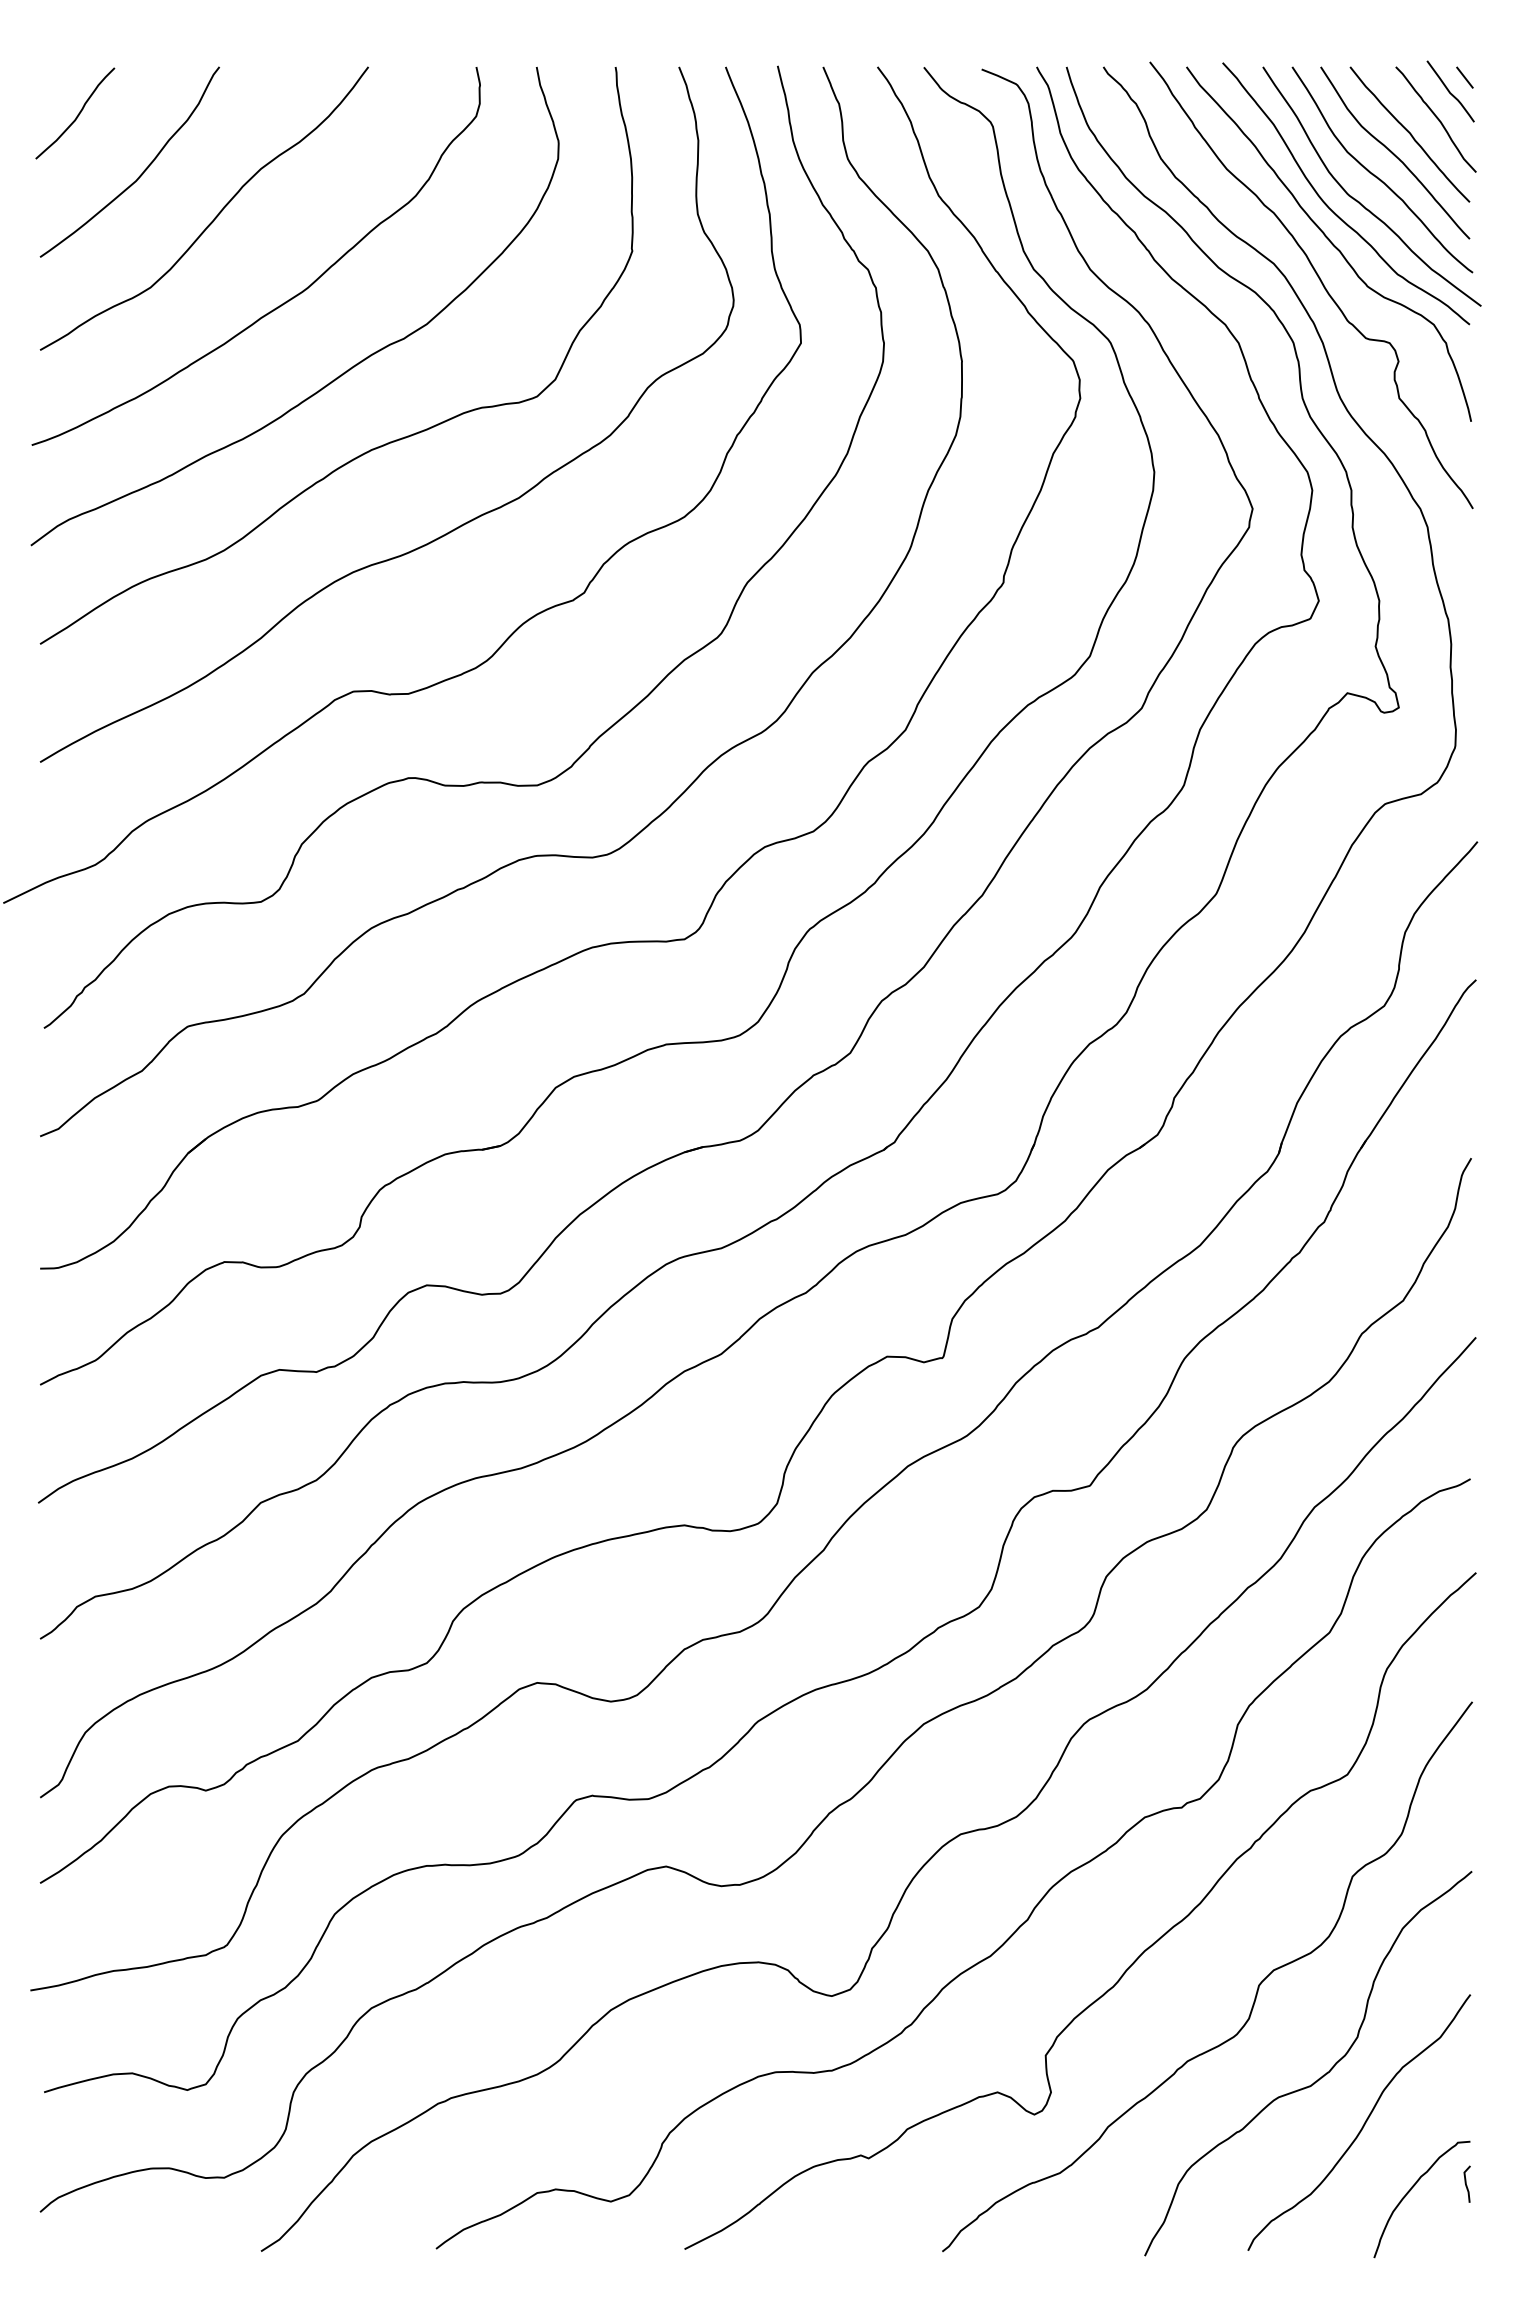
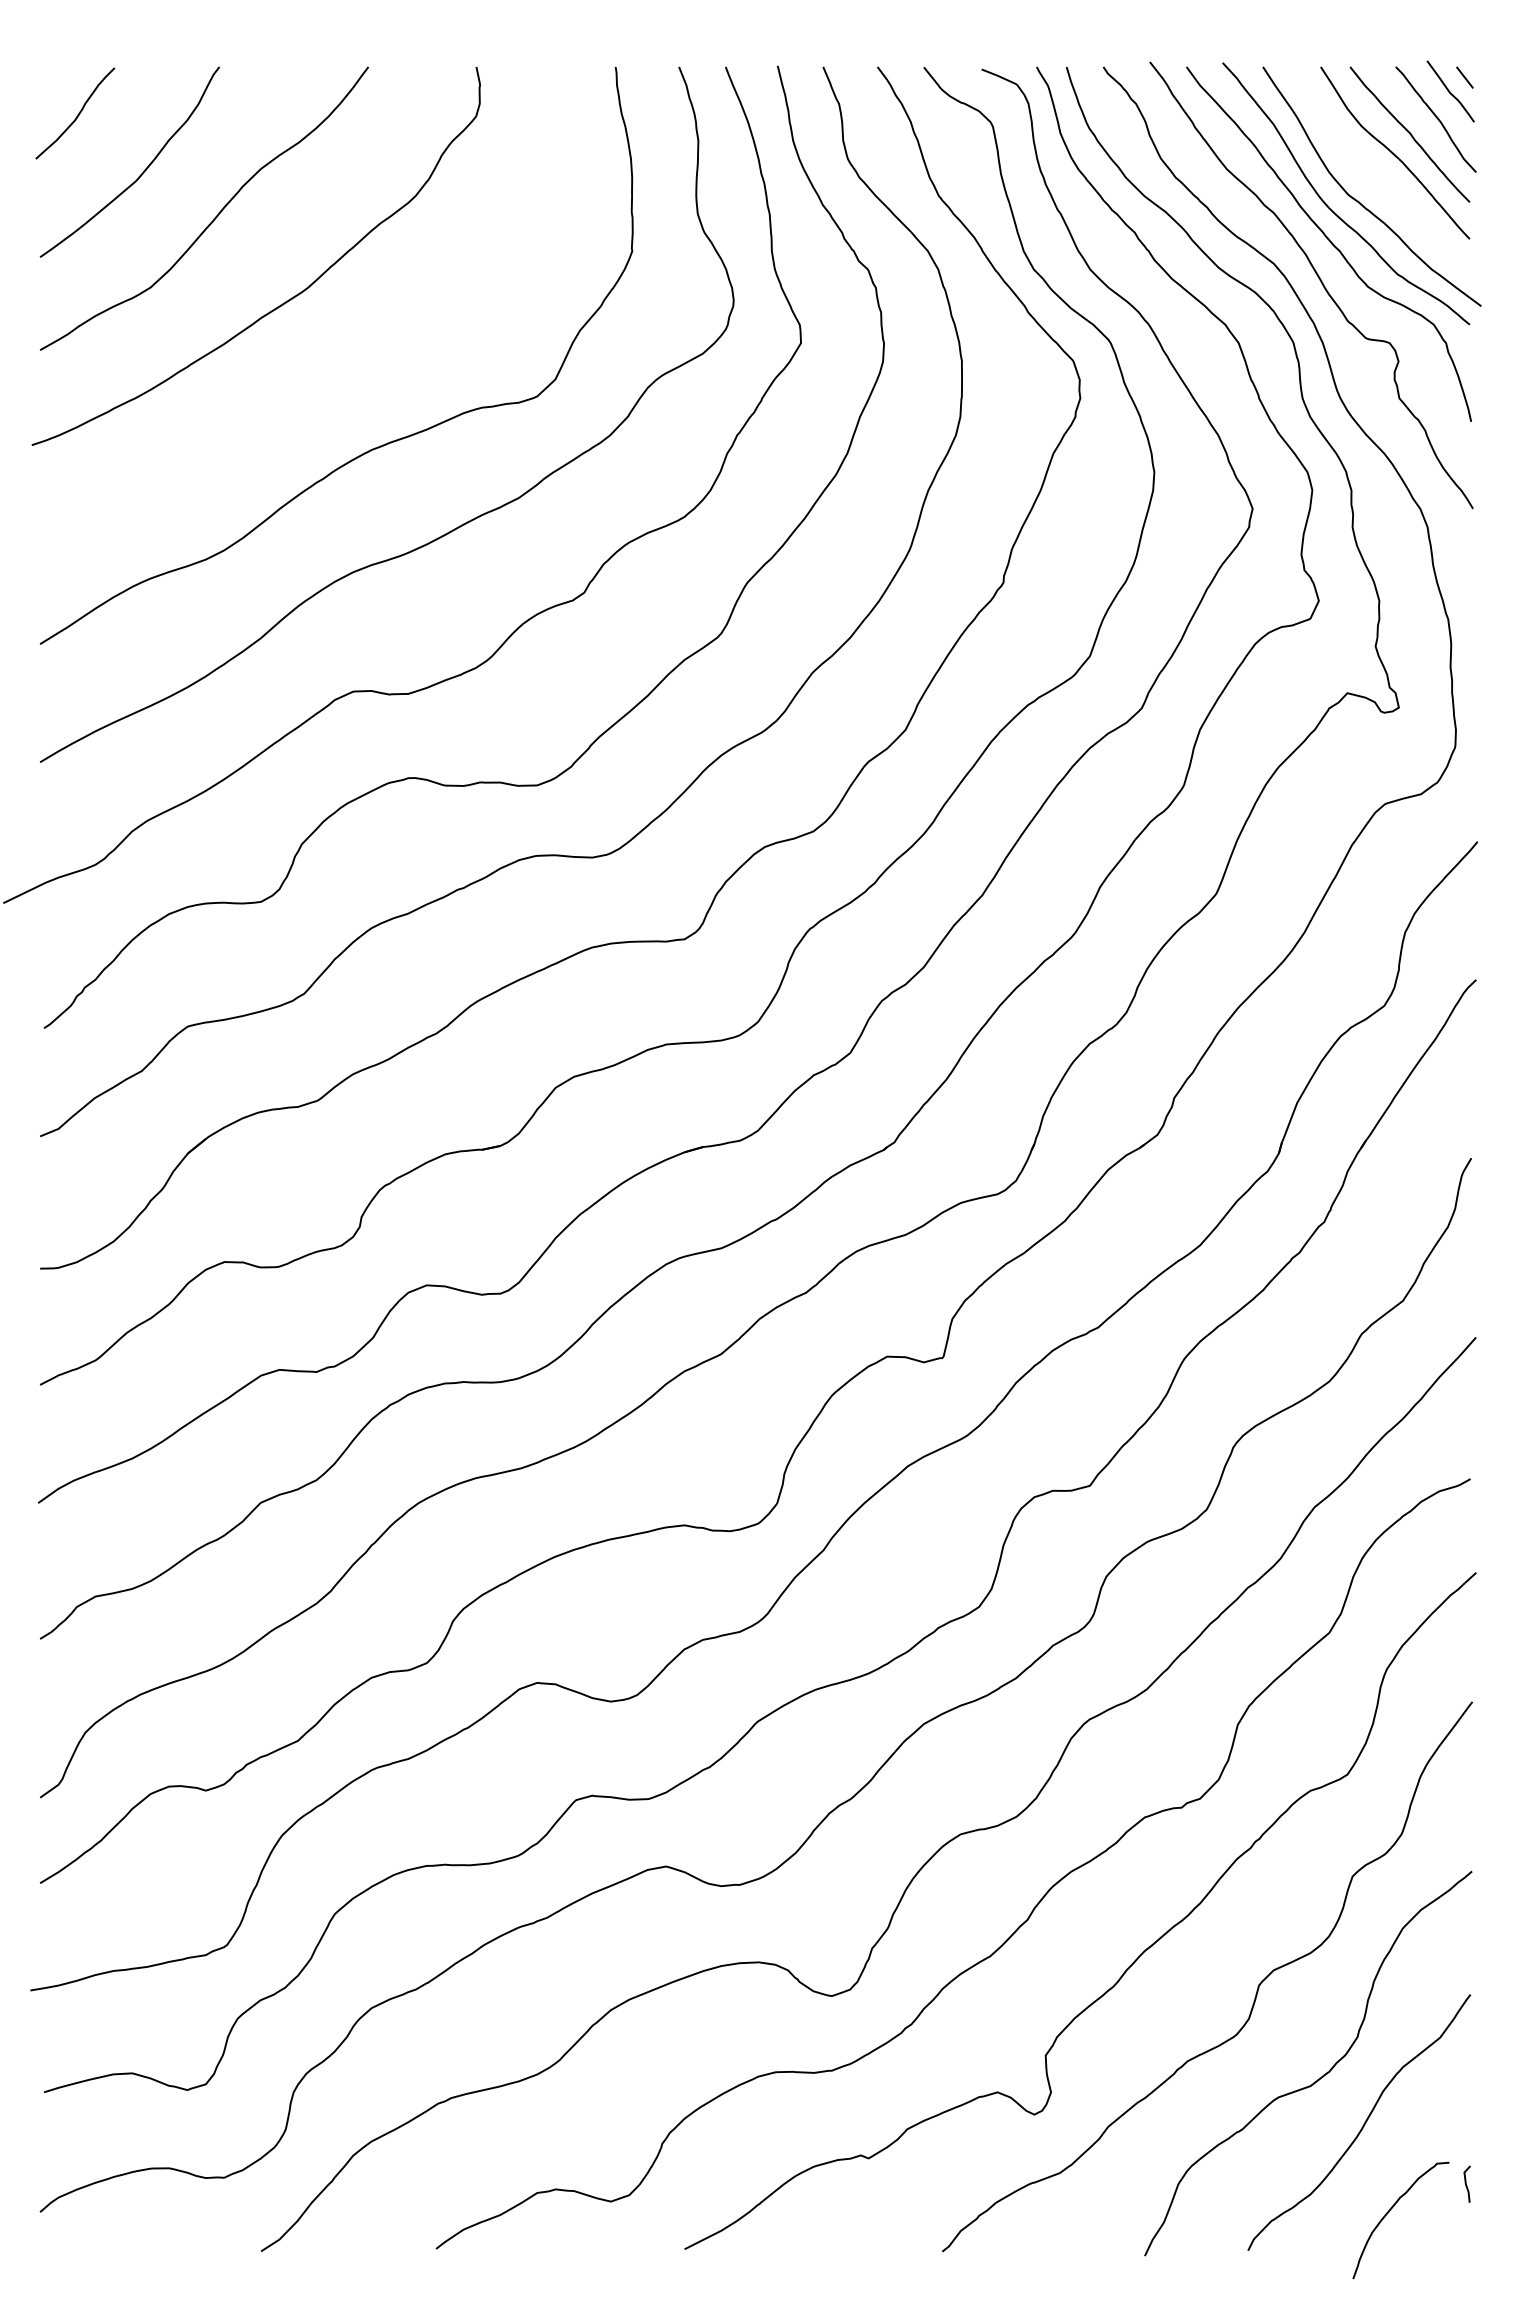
curve at (1376, 175): present -> none
curve at (340, 374): present -> none
curve at (1410, 2191) position: (1410, 2191) -> (1389, 2212)
